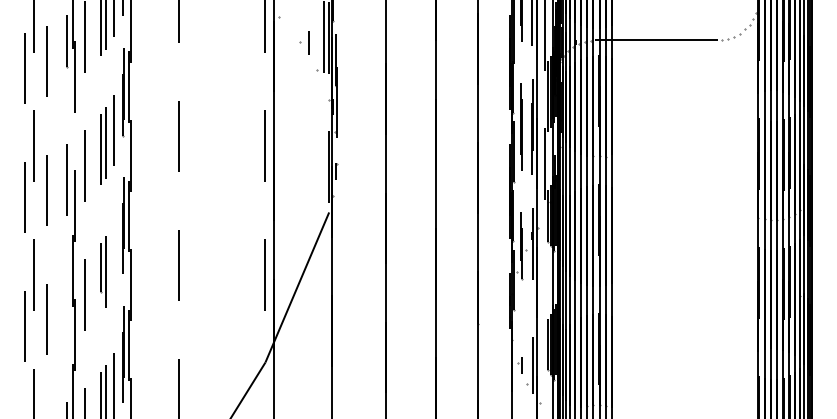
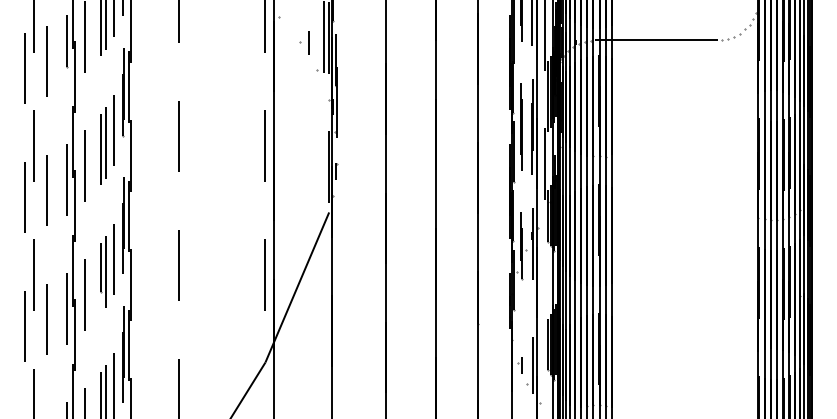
line at (72, 141): none -> present
line at (113, 259): none -> present
line at (67, 308): none -> present
